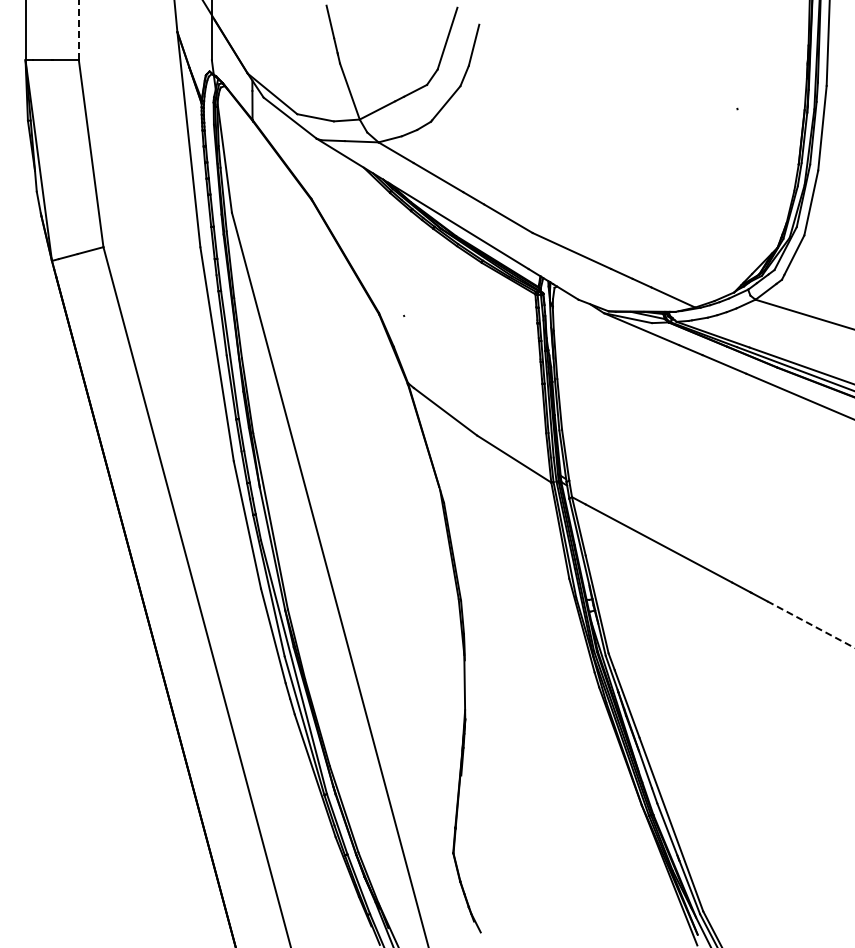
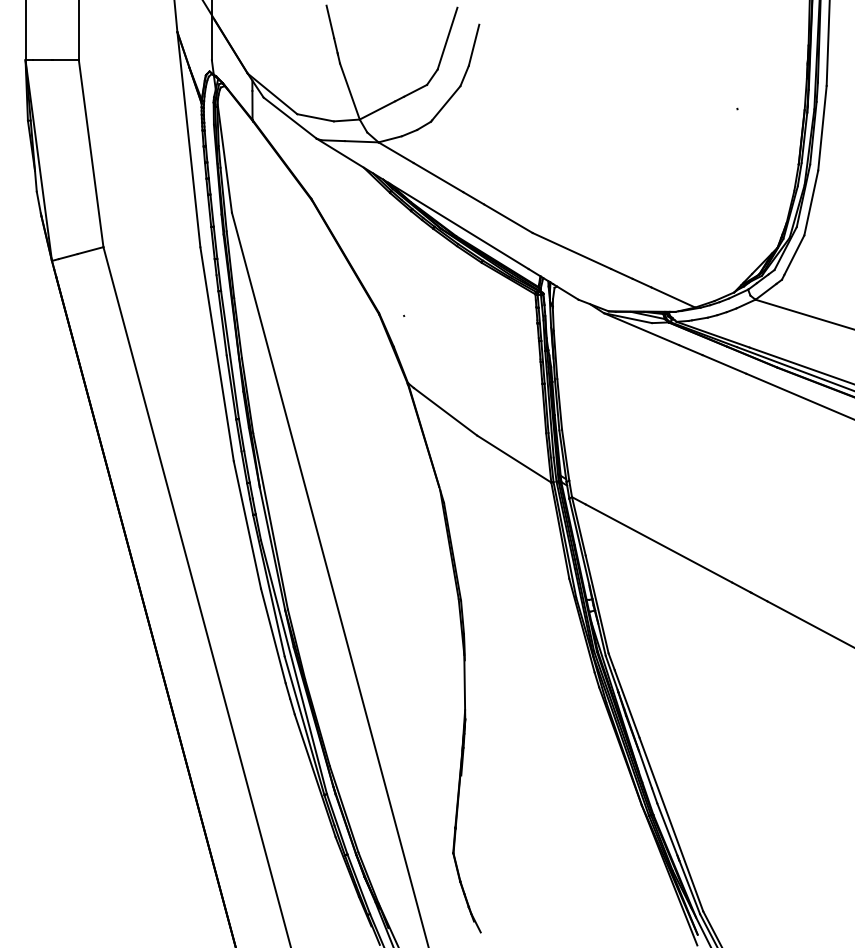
line at (78, 30): dashed -> solid
line at (811, 624): dashed -> solid
